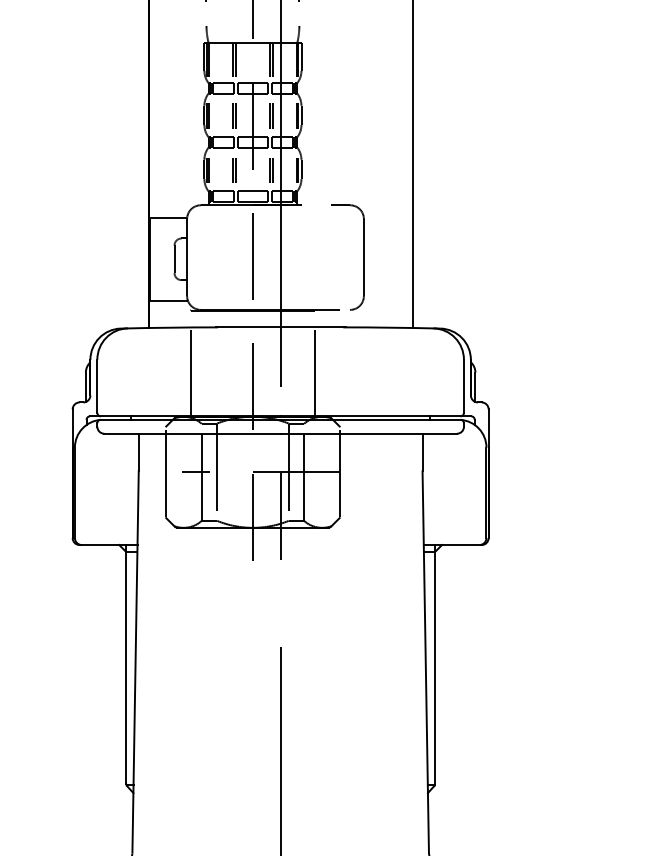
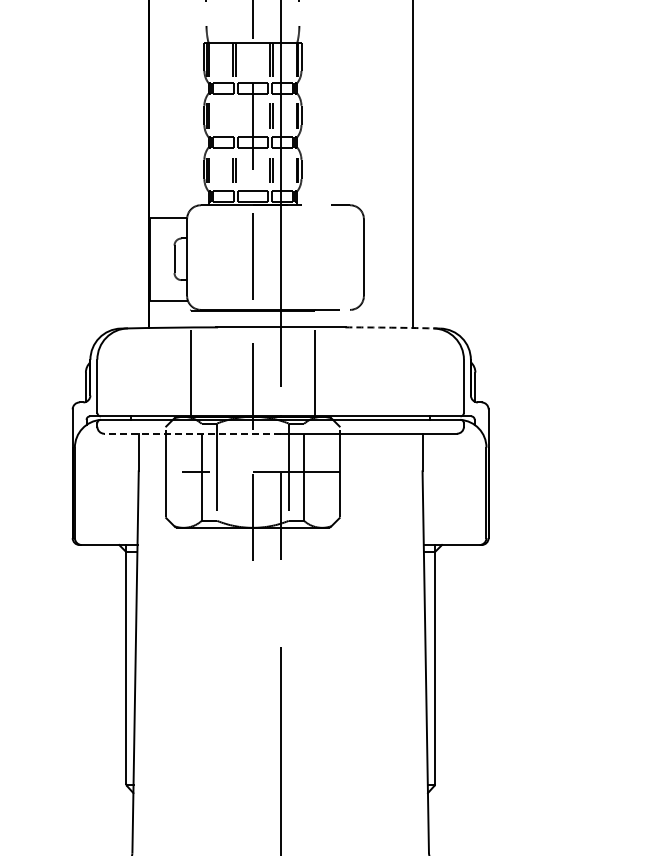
line at (233, 115): present -> none
arc at (391, 327): solid -> dashed
line at (191, 433): solid -> dashed
